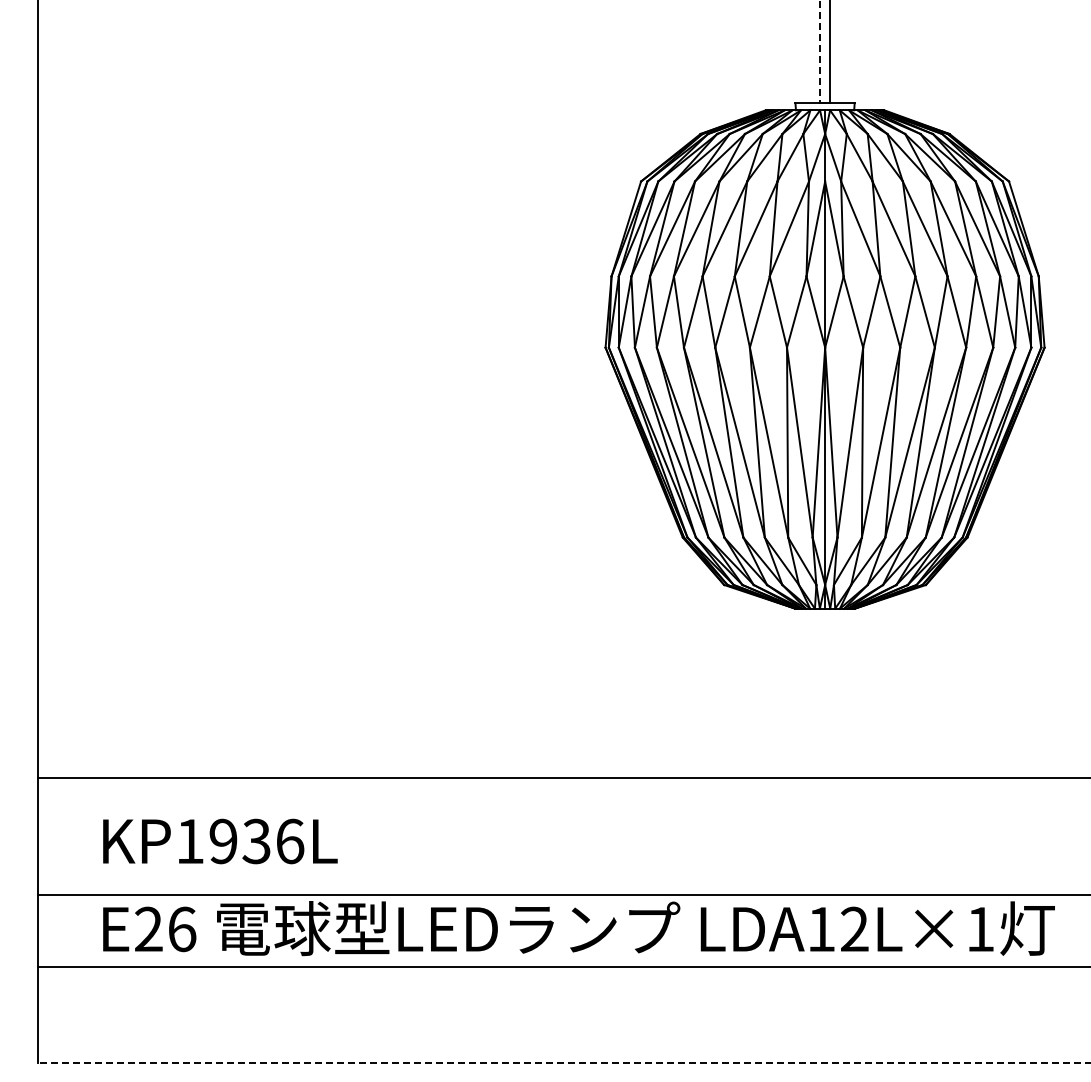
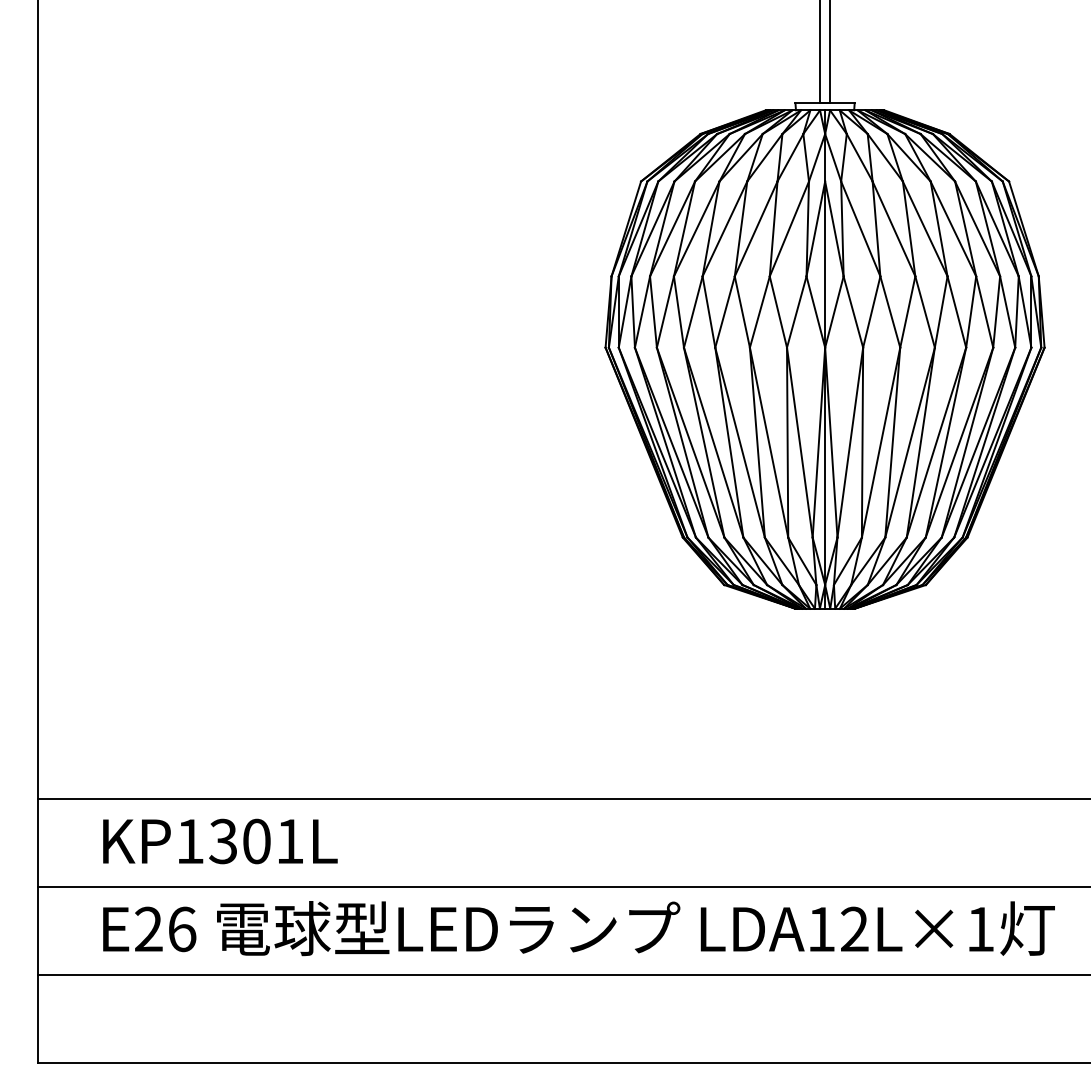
line at (820, 52): dashed -> solid
line at (562, 778) position: (562, 778) -> (562, 799)
text at (256, 841): KP1936L -> KP1301L
line at (562, 895) position: (562, 895) -> (562, 887)
line at (562, 967) position: (562, 967) -> (562, 975)
line at (563, 1063): dashed -> solid
